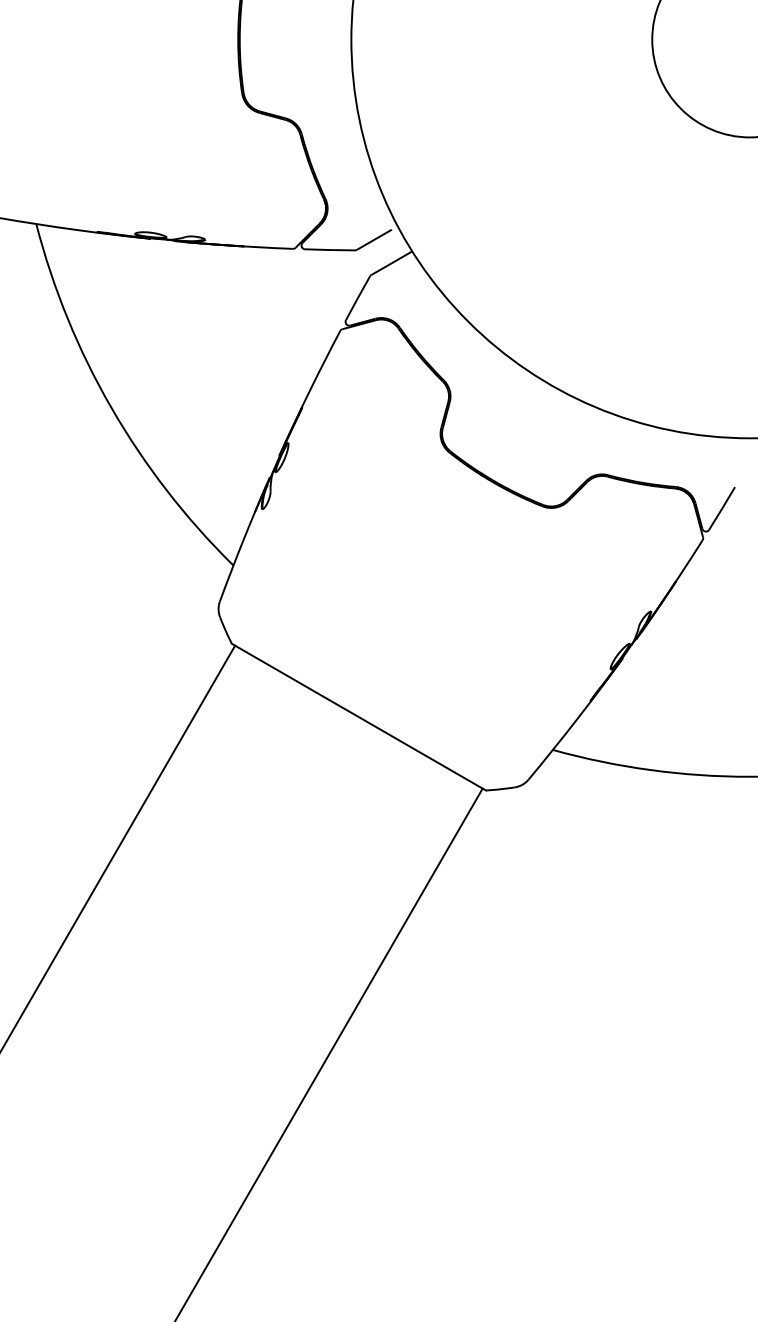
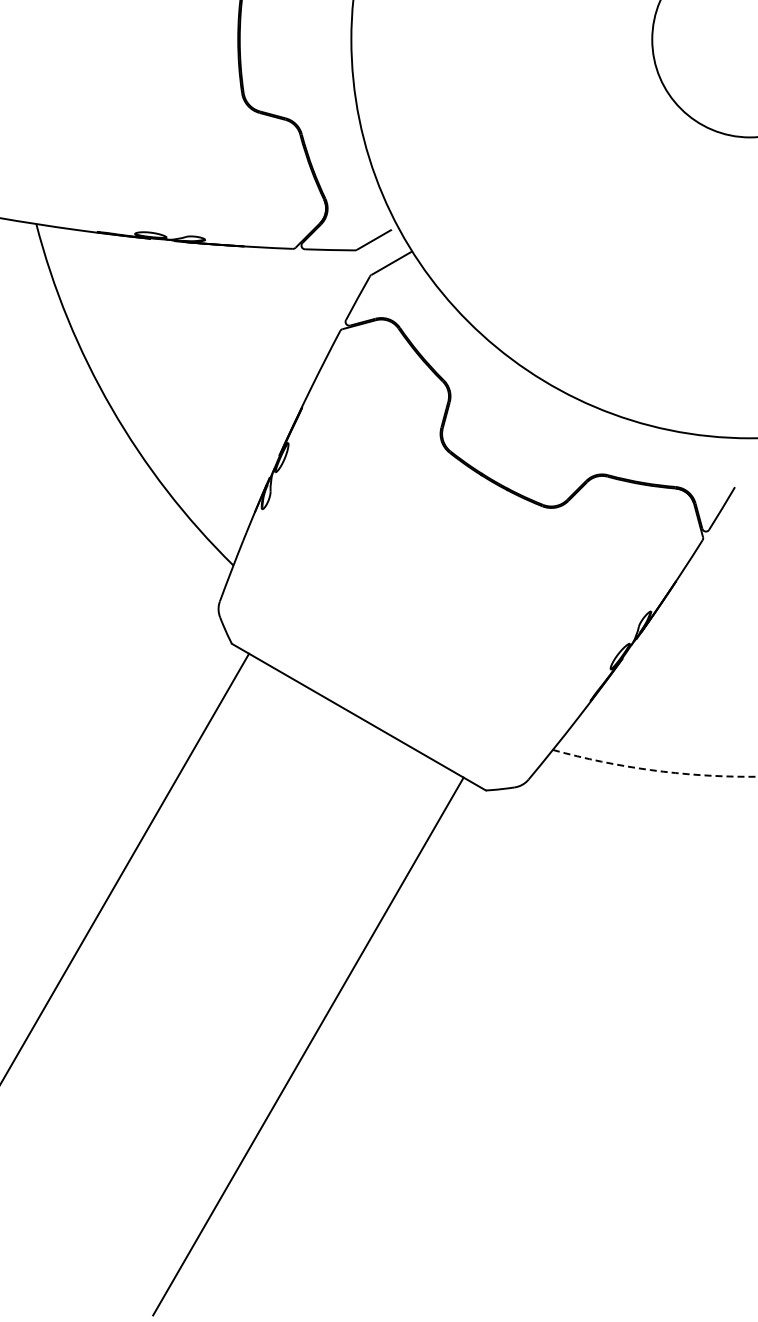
arc at (653, 770): solid -> dashed
line at (118, 847) position: (118, 847) -> (125, 867)
line at (329, 1053) position: (329, 1053) -> (308, 1046)
